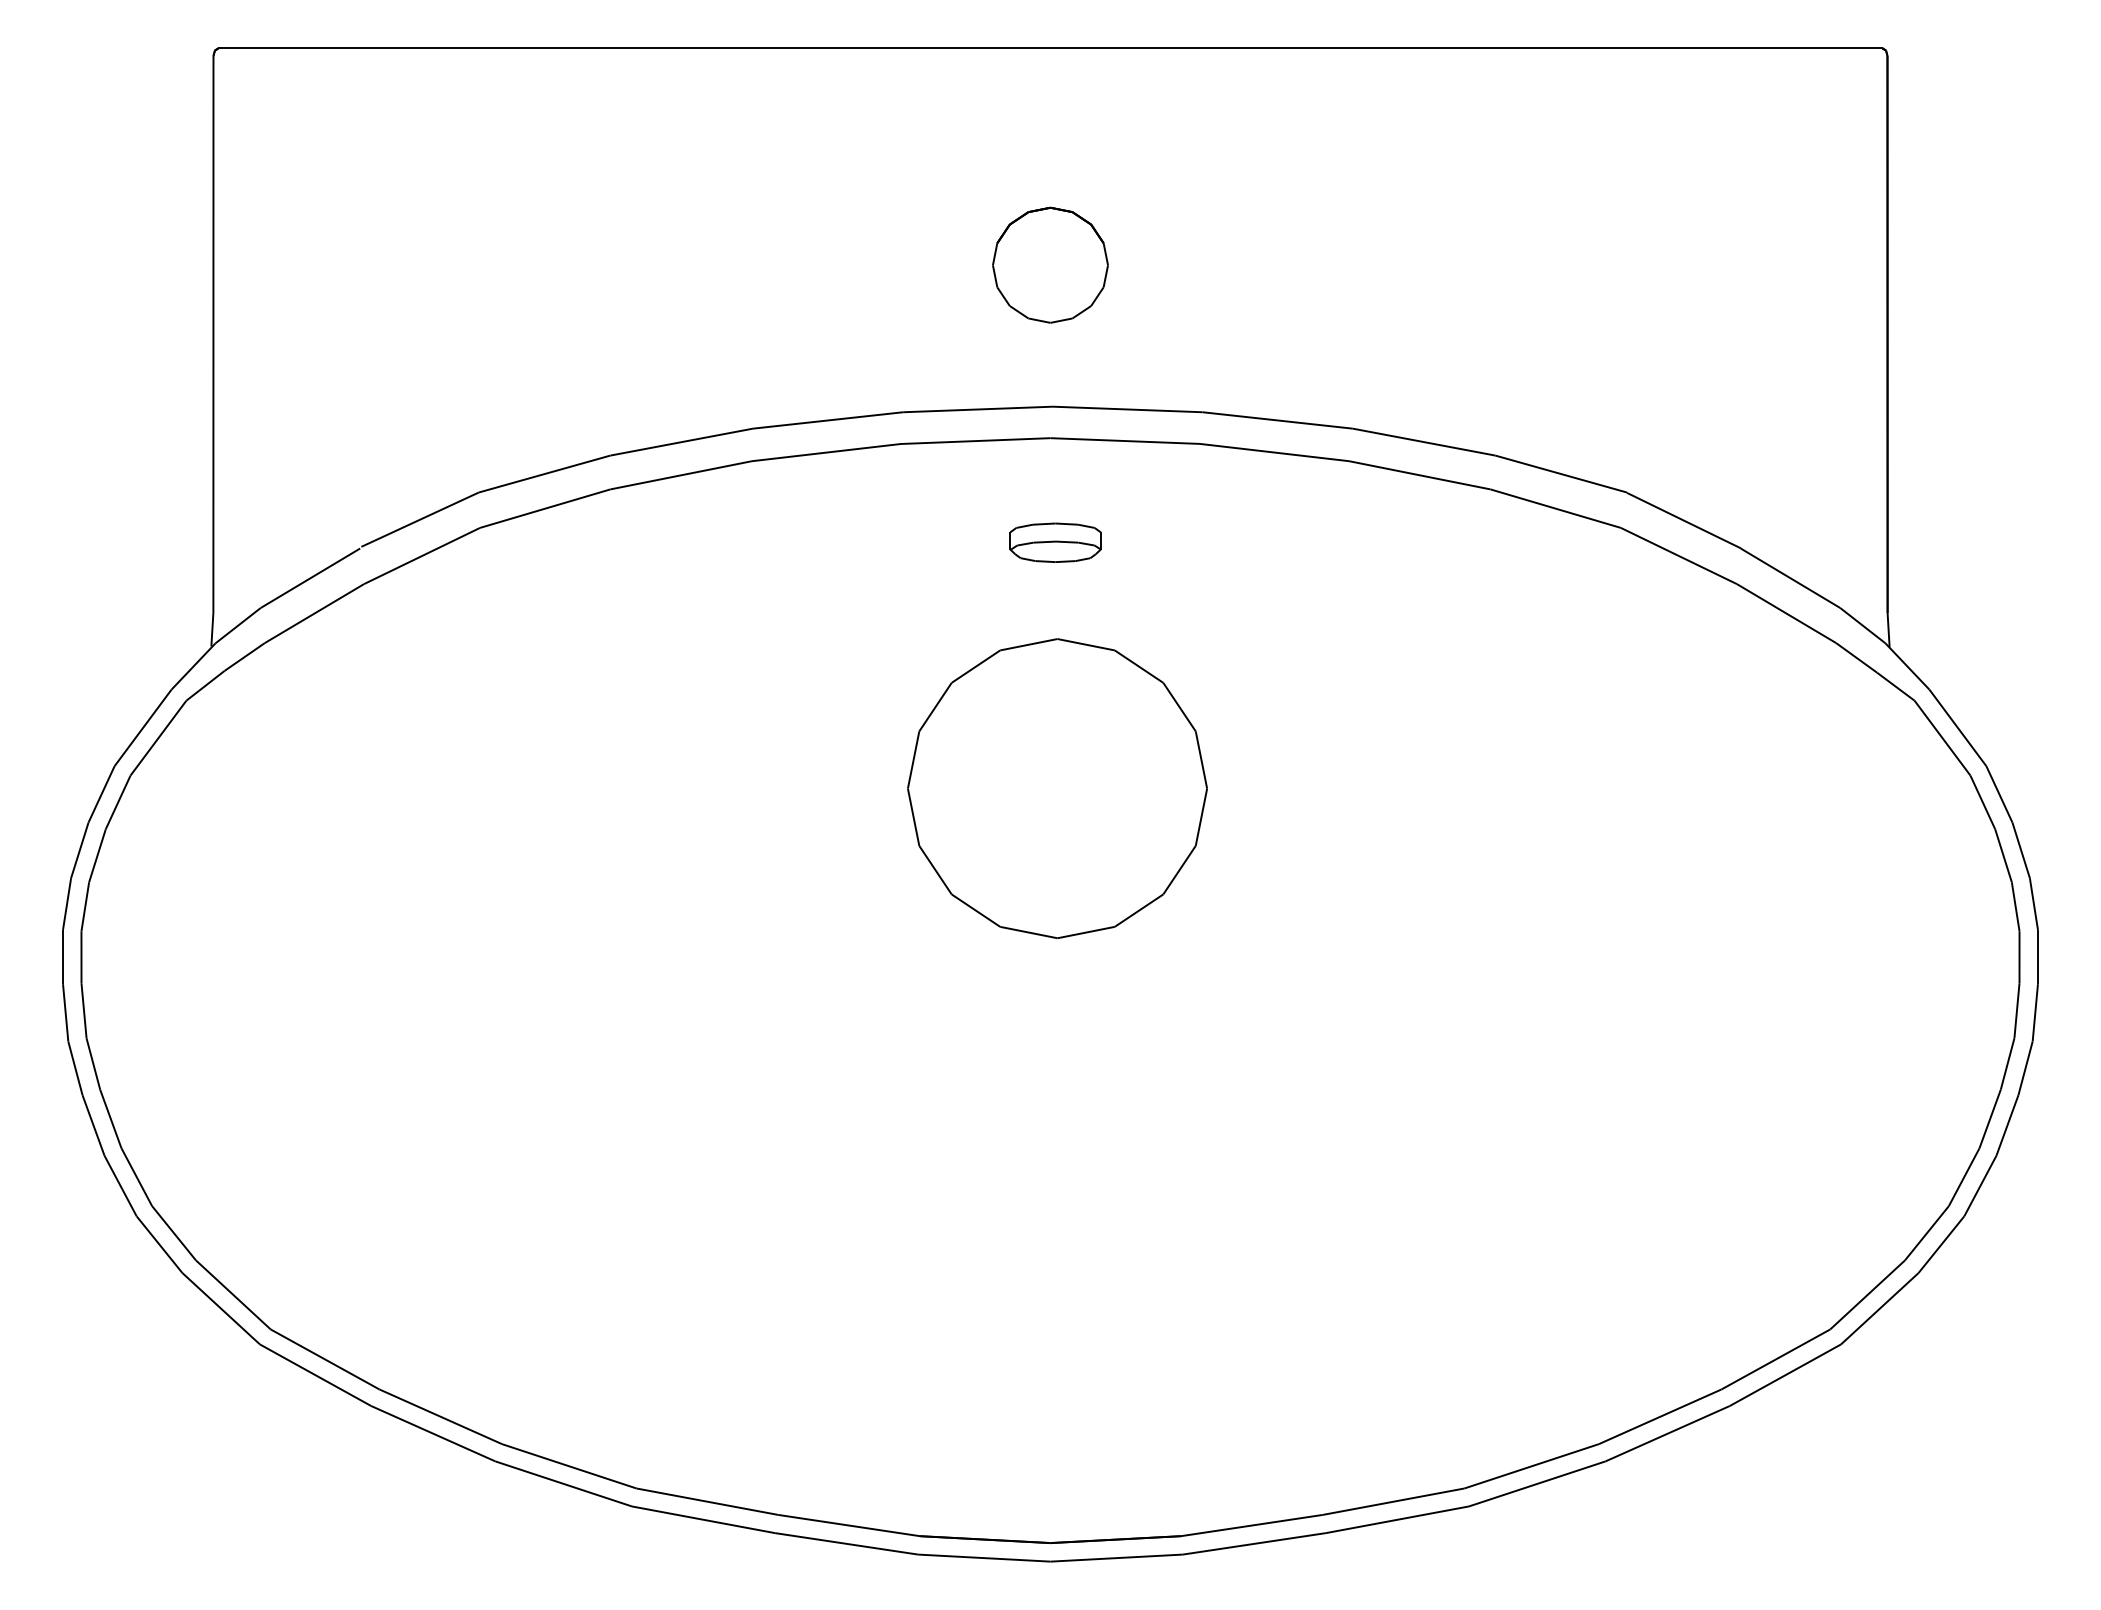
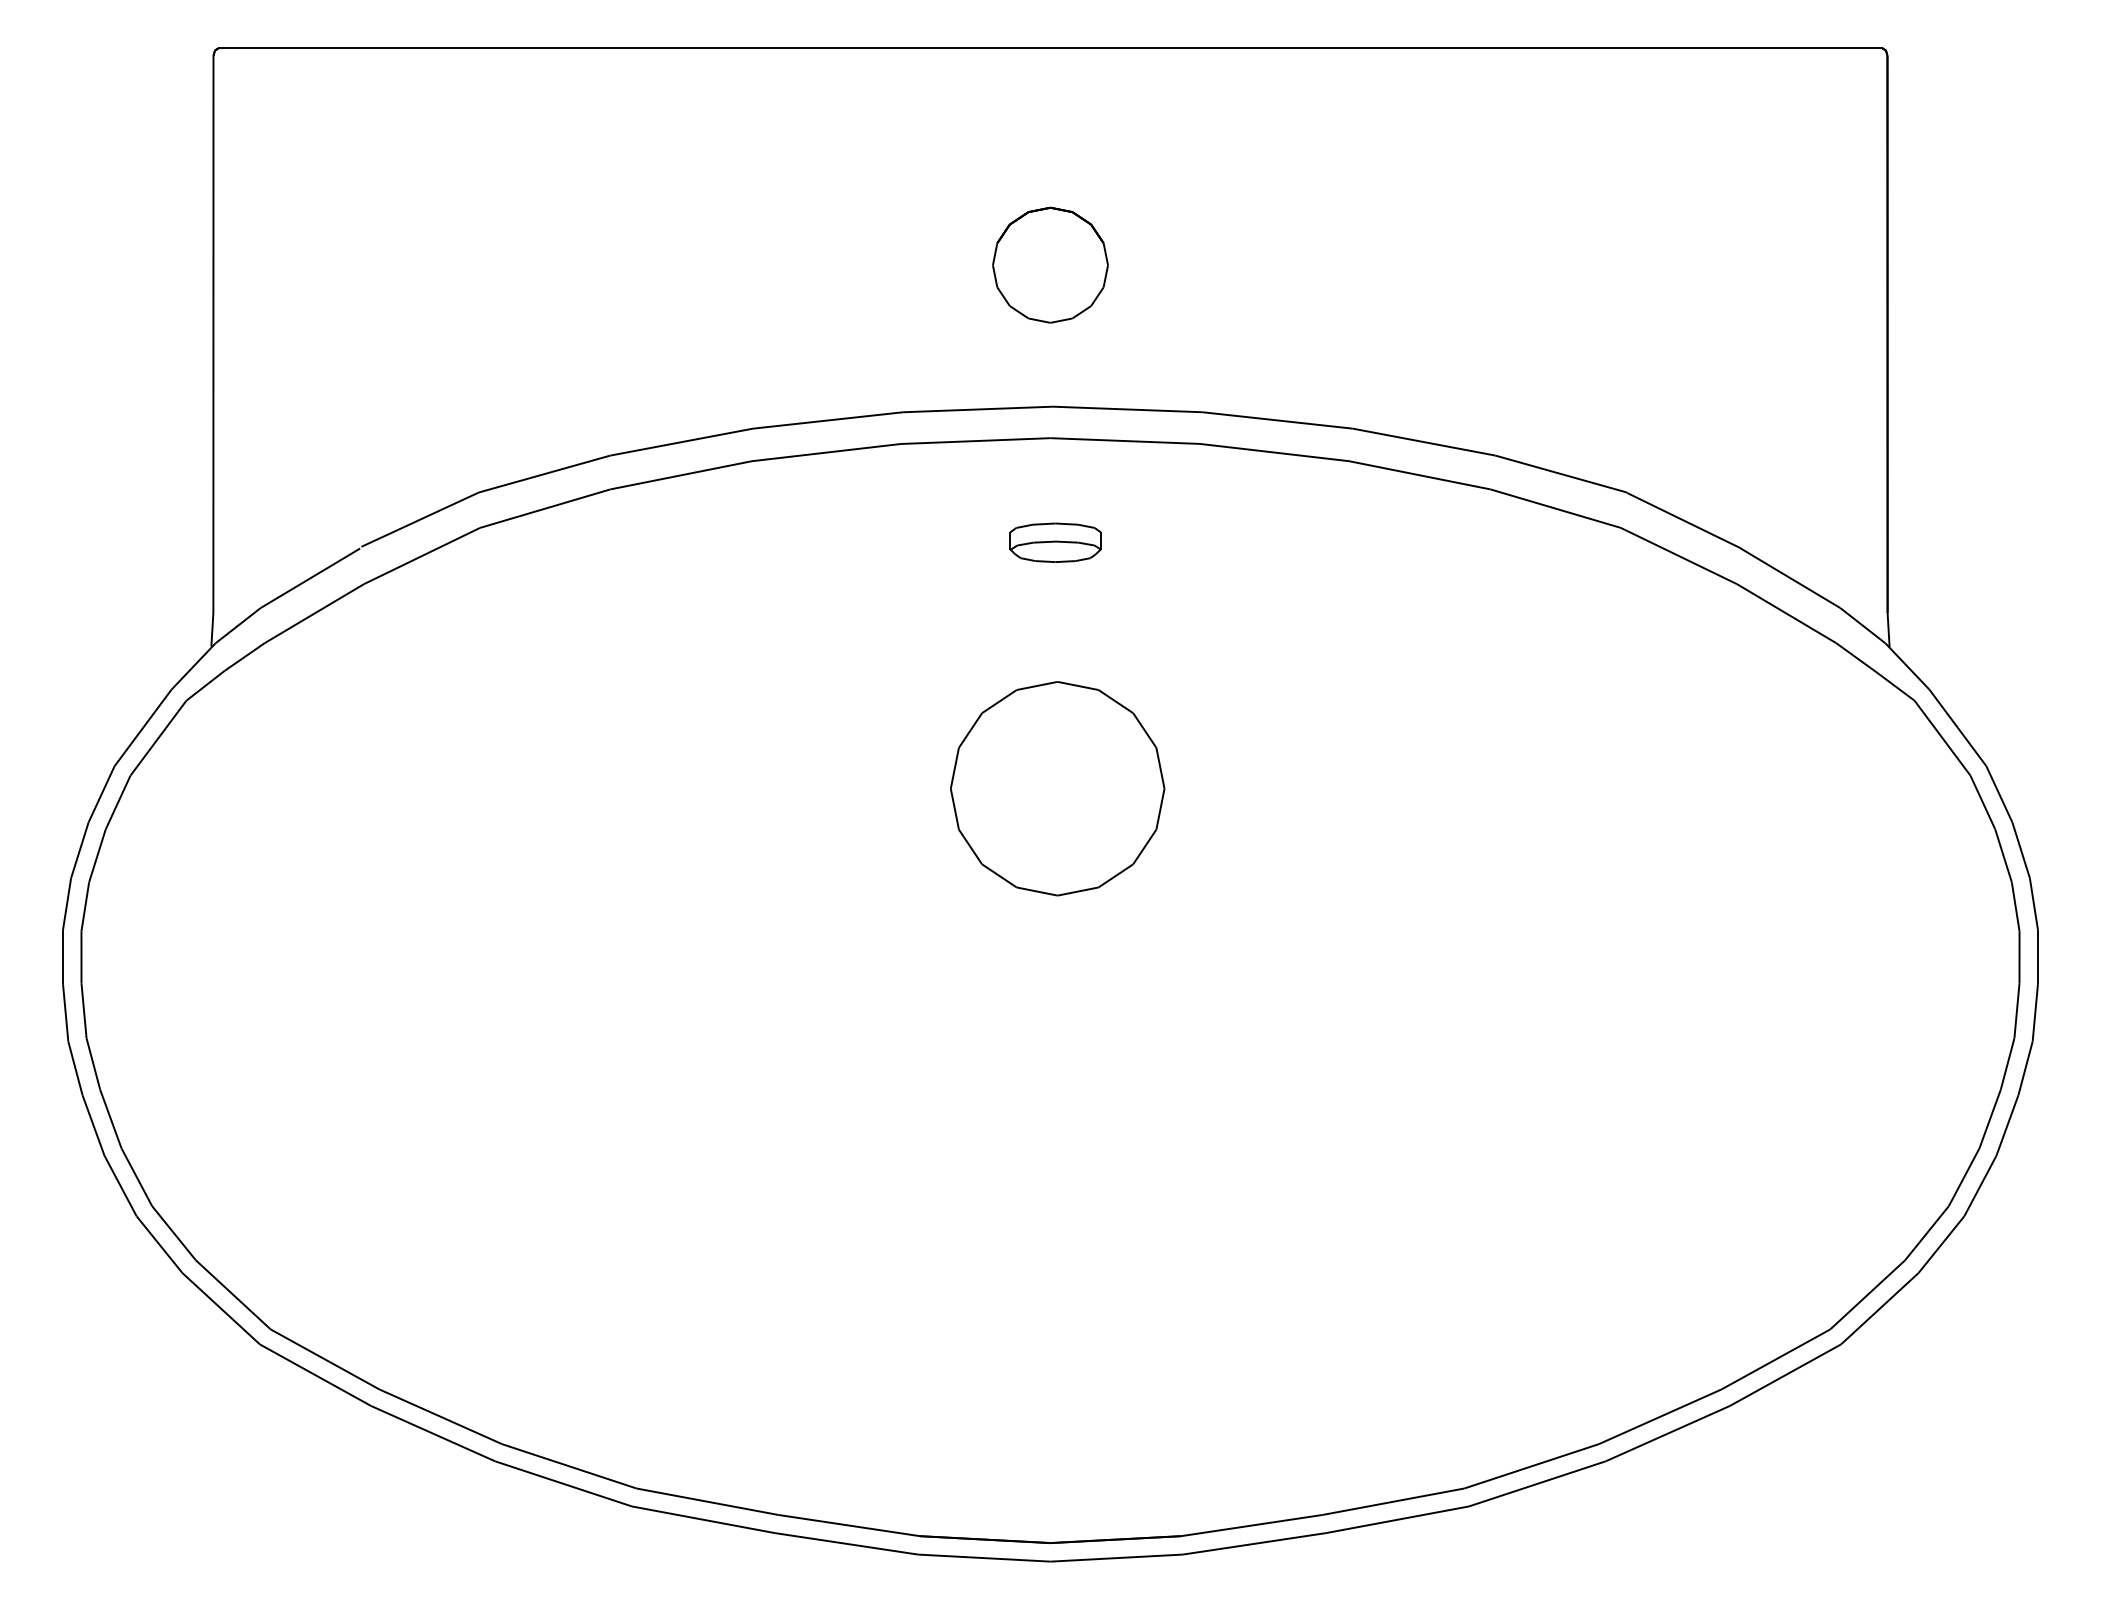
part at (1057, 788) size: 301x302 px -> 216x216 px
